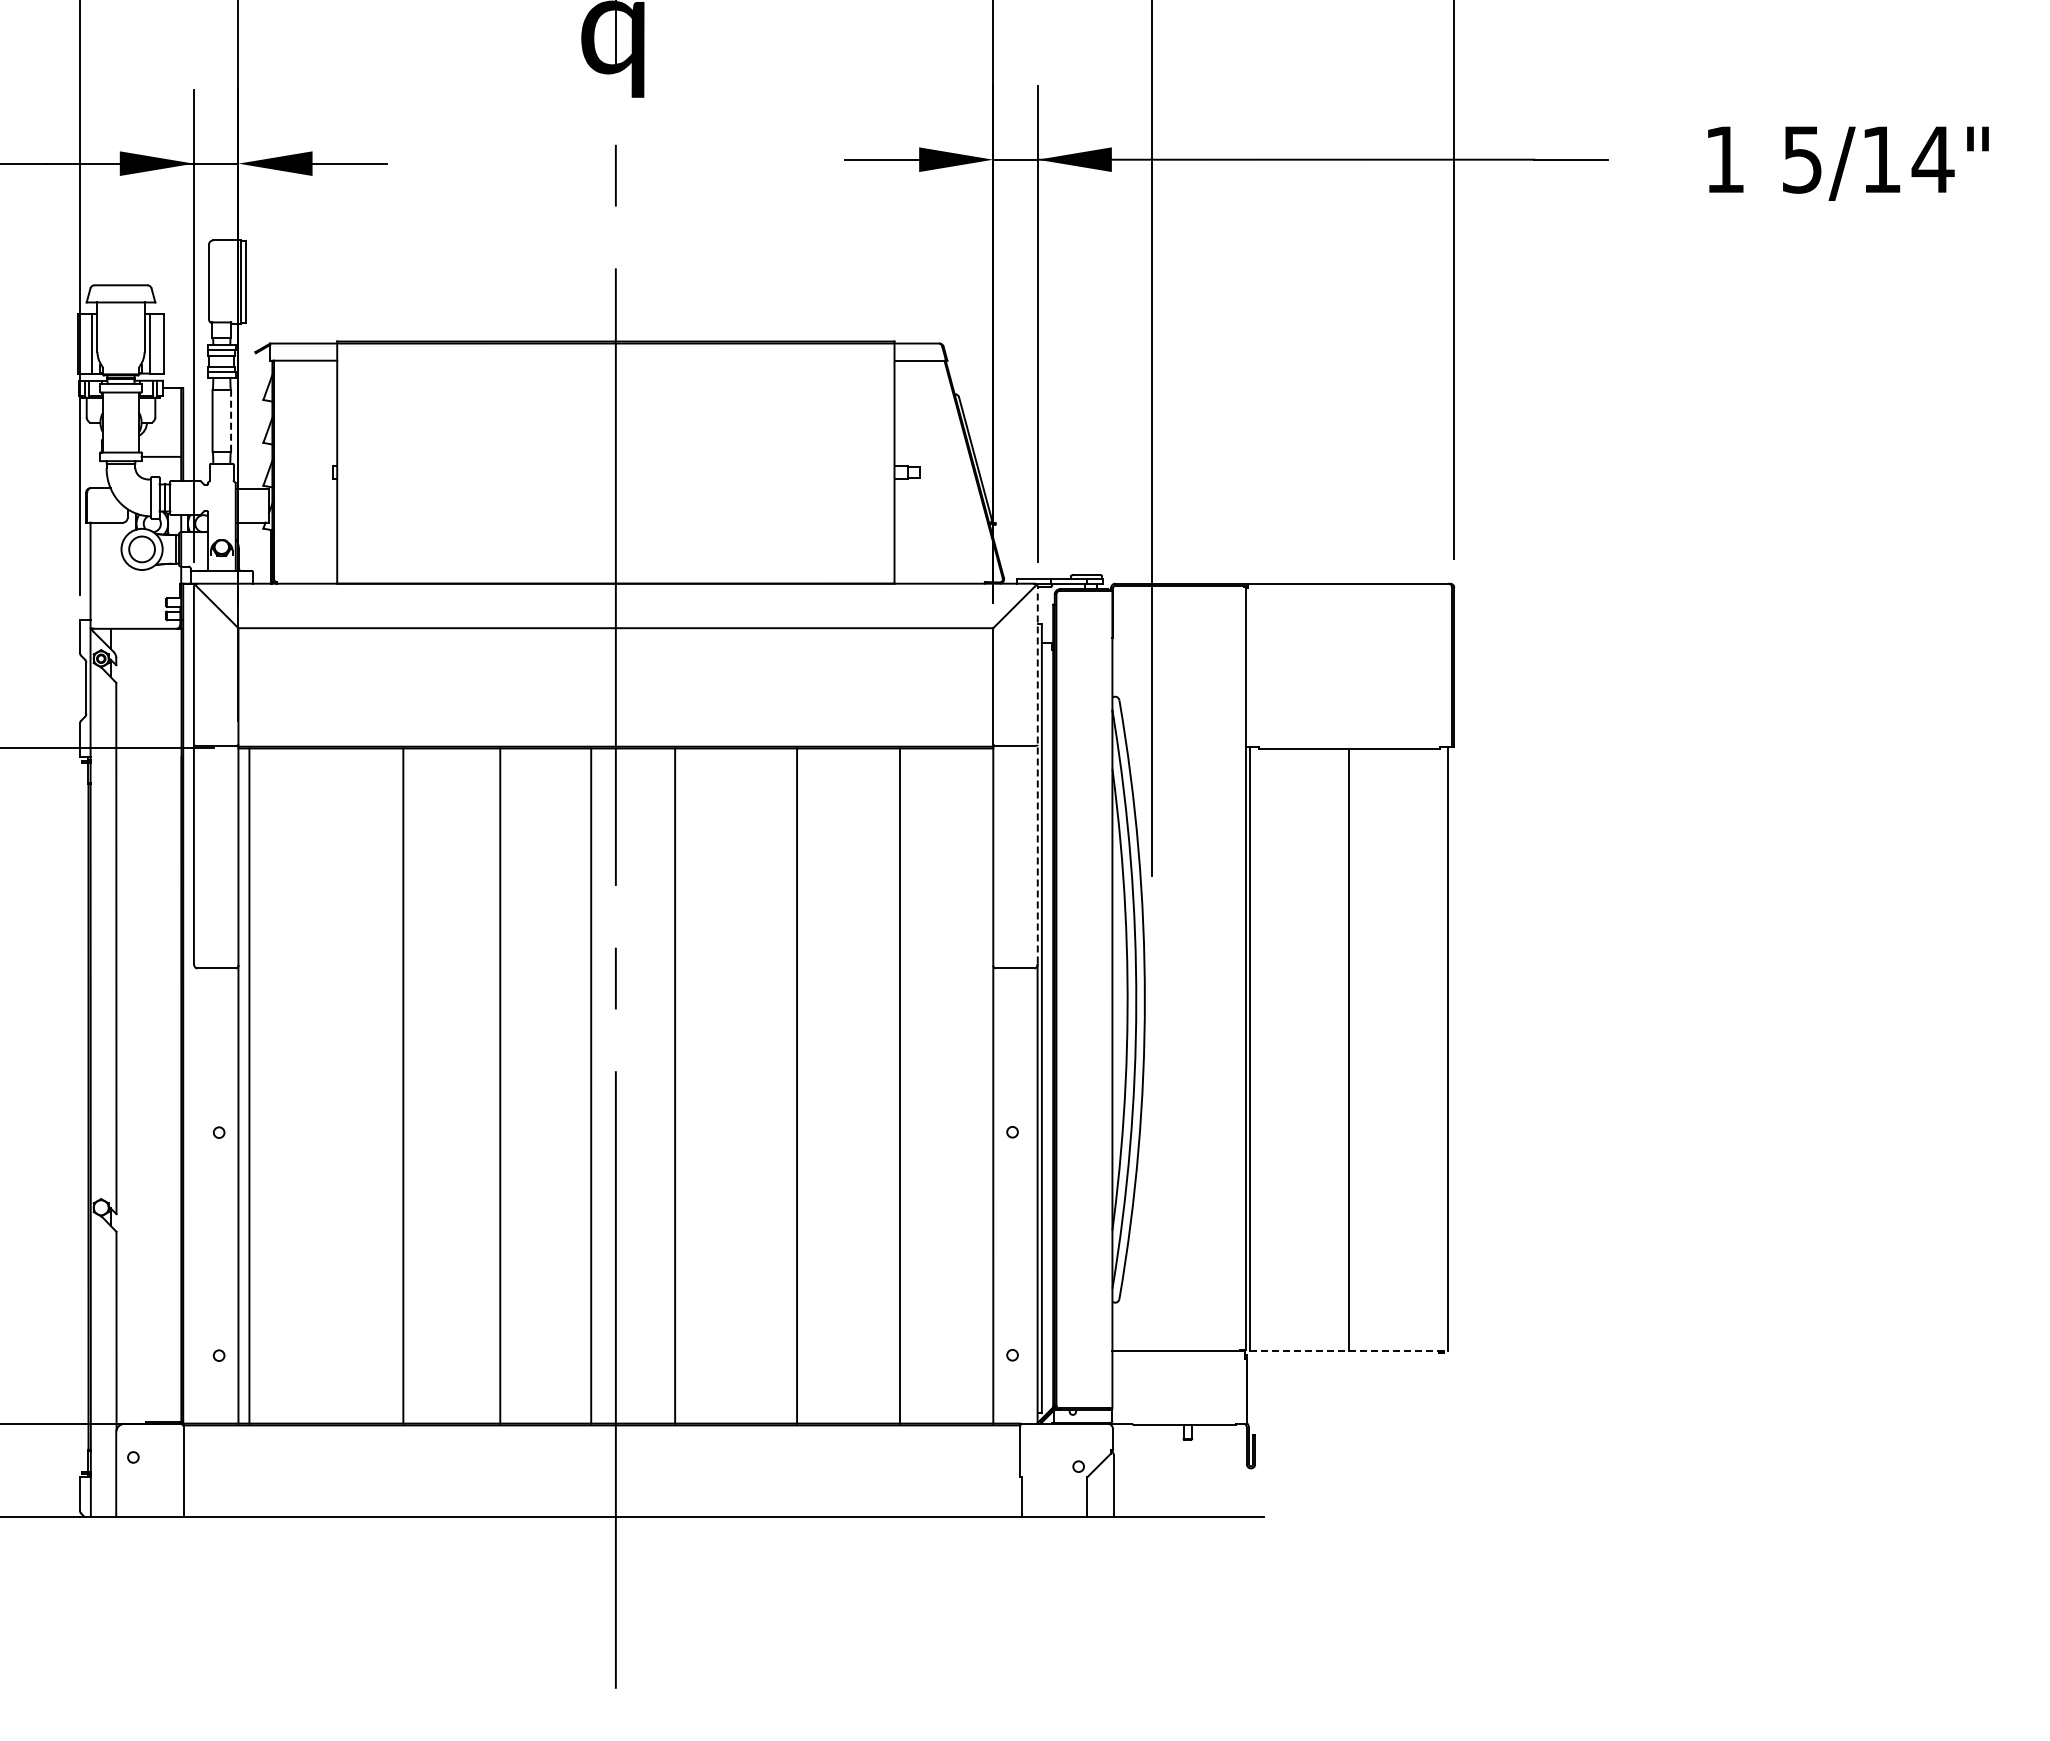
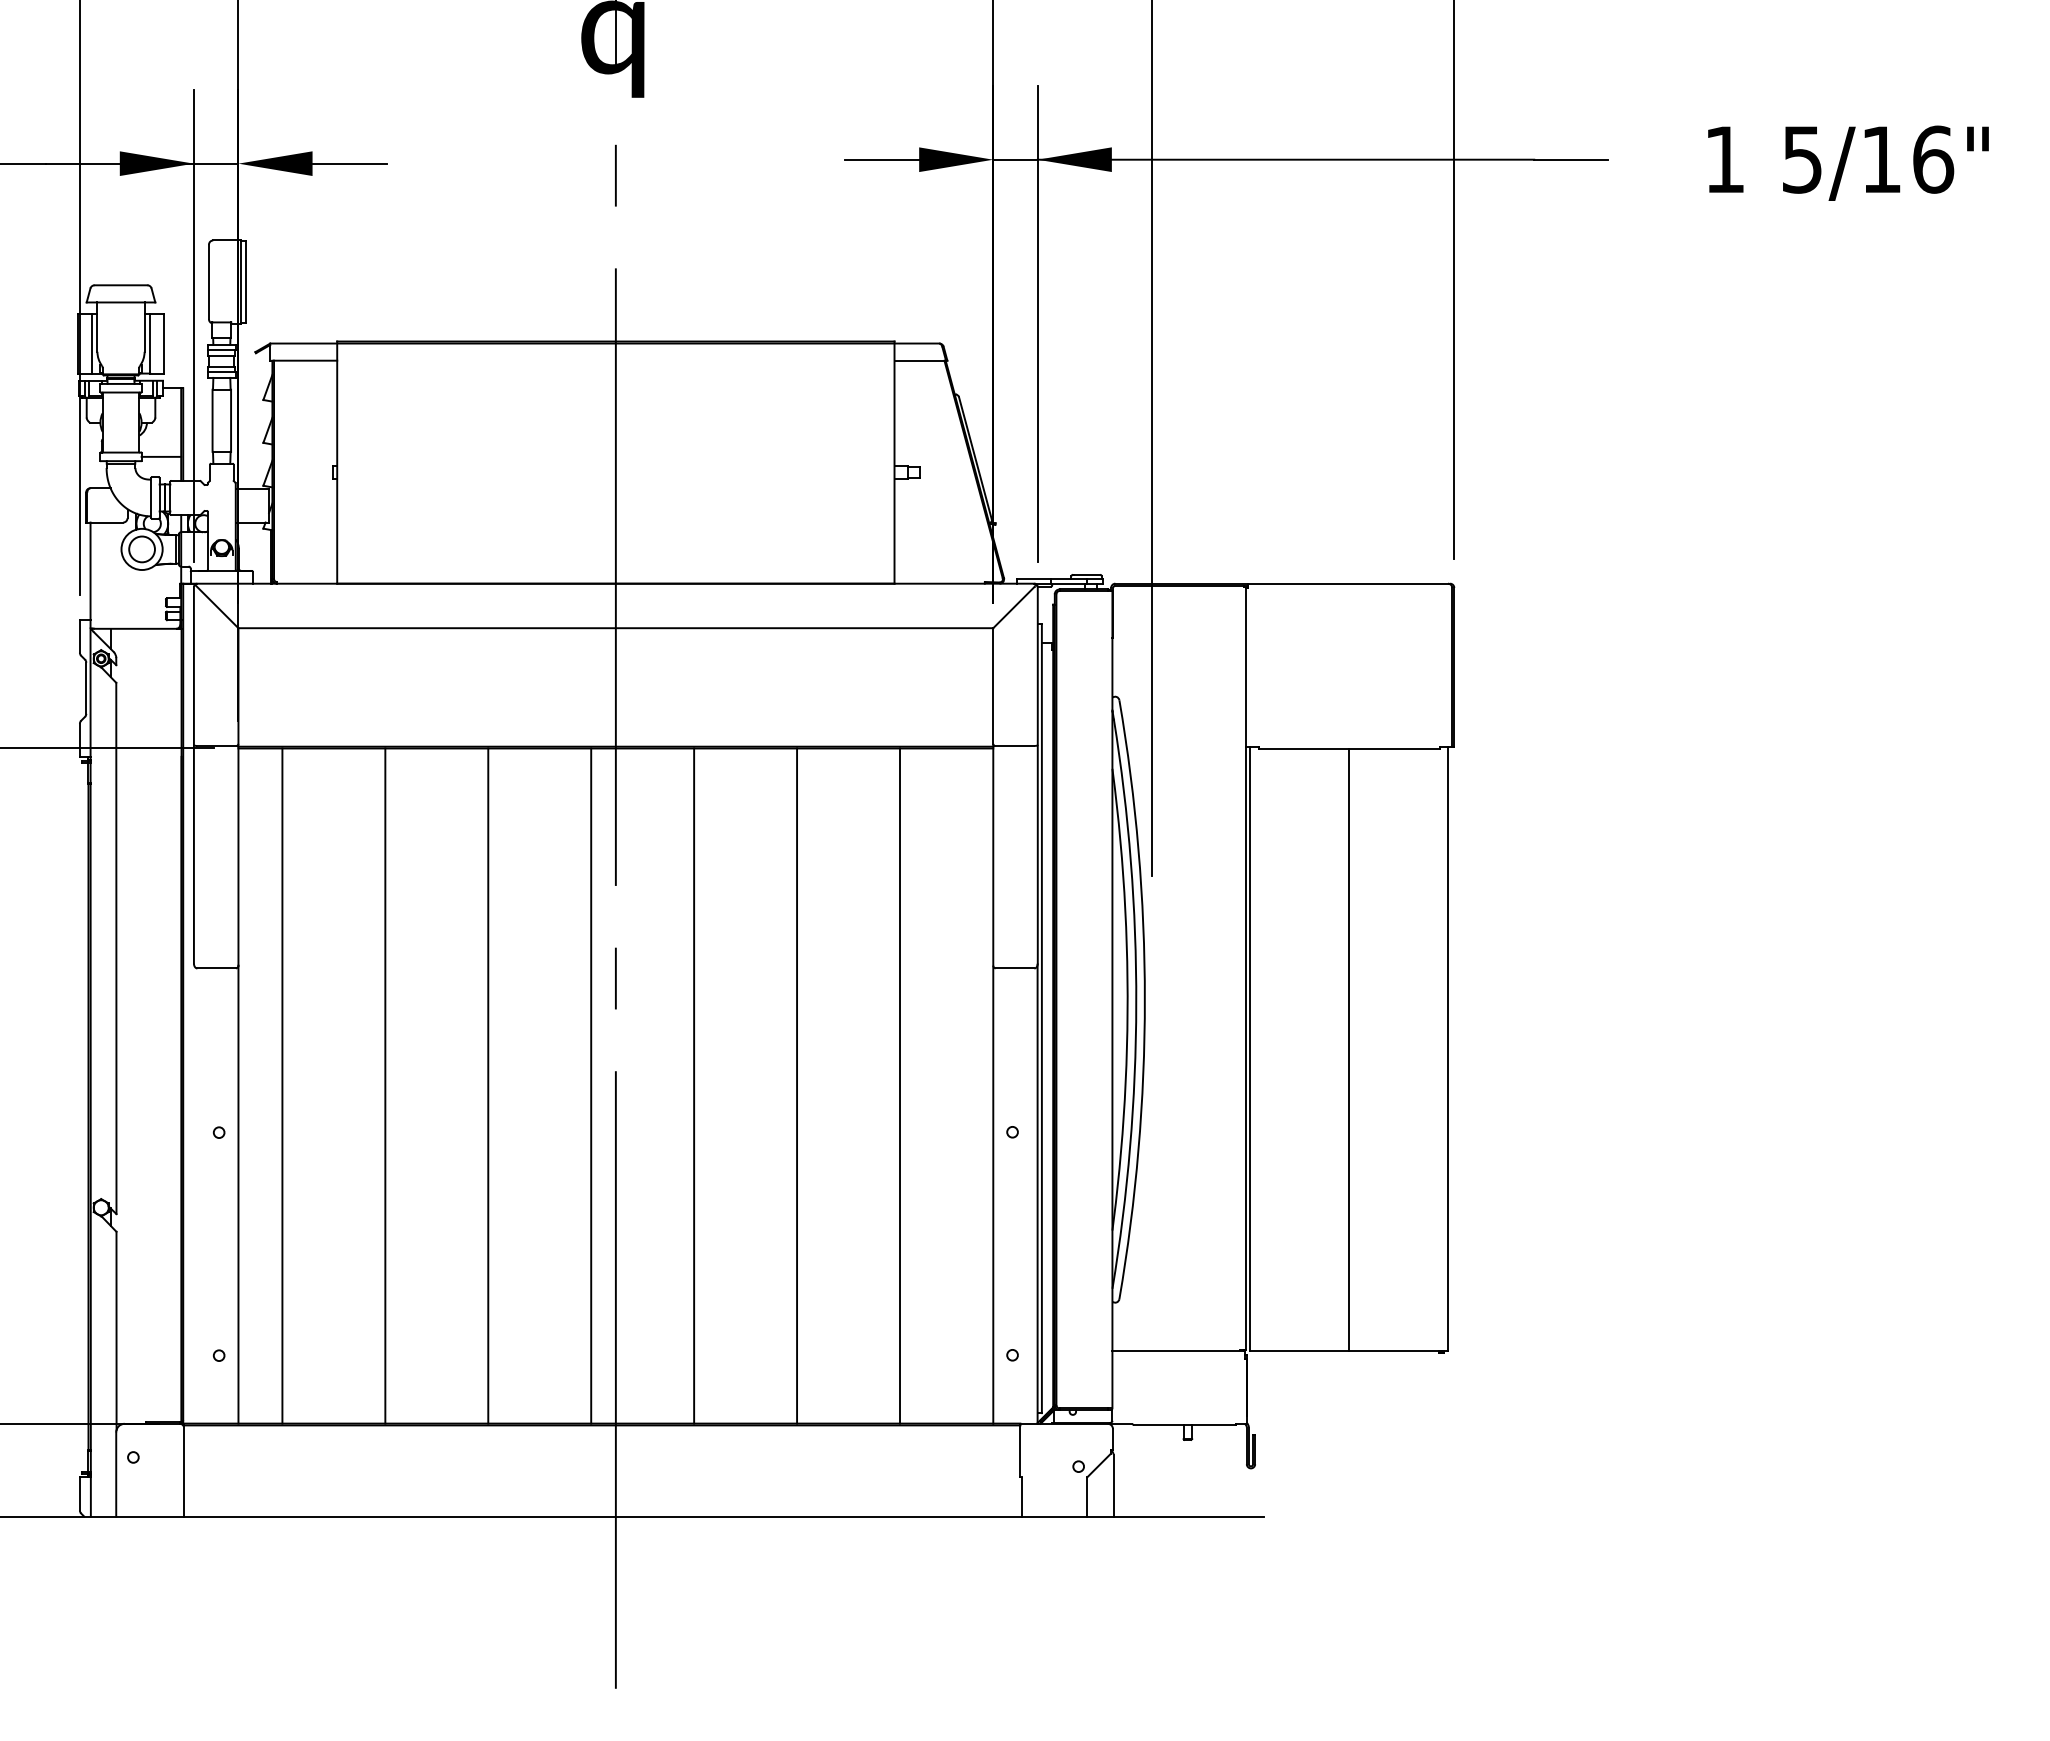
text at (1932, 159): 5/14" -> 5/16"
line at (231, 421): dashed -> solid
line at (1037, 774): dashed -> solid
line at (249, 1085) position: (249, 1085) -> (282, 1085)
line at (403, 1085) position: (403, 1085) -> (385, 1085)
line at (500, 1085) position: (500, 1085) -> (488, 1085)
line at (675, 1085) position: (675, 1085) -> (694, 1085)
line at (1348, 1351): dashed -> solid
